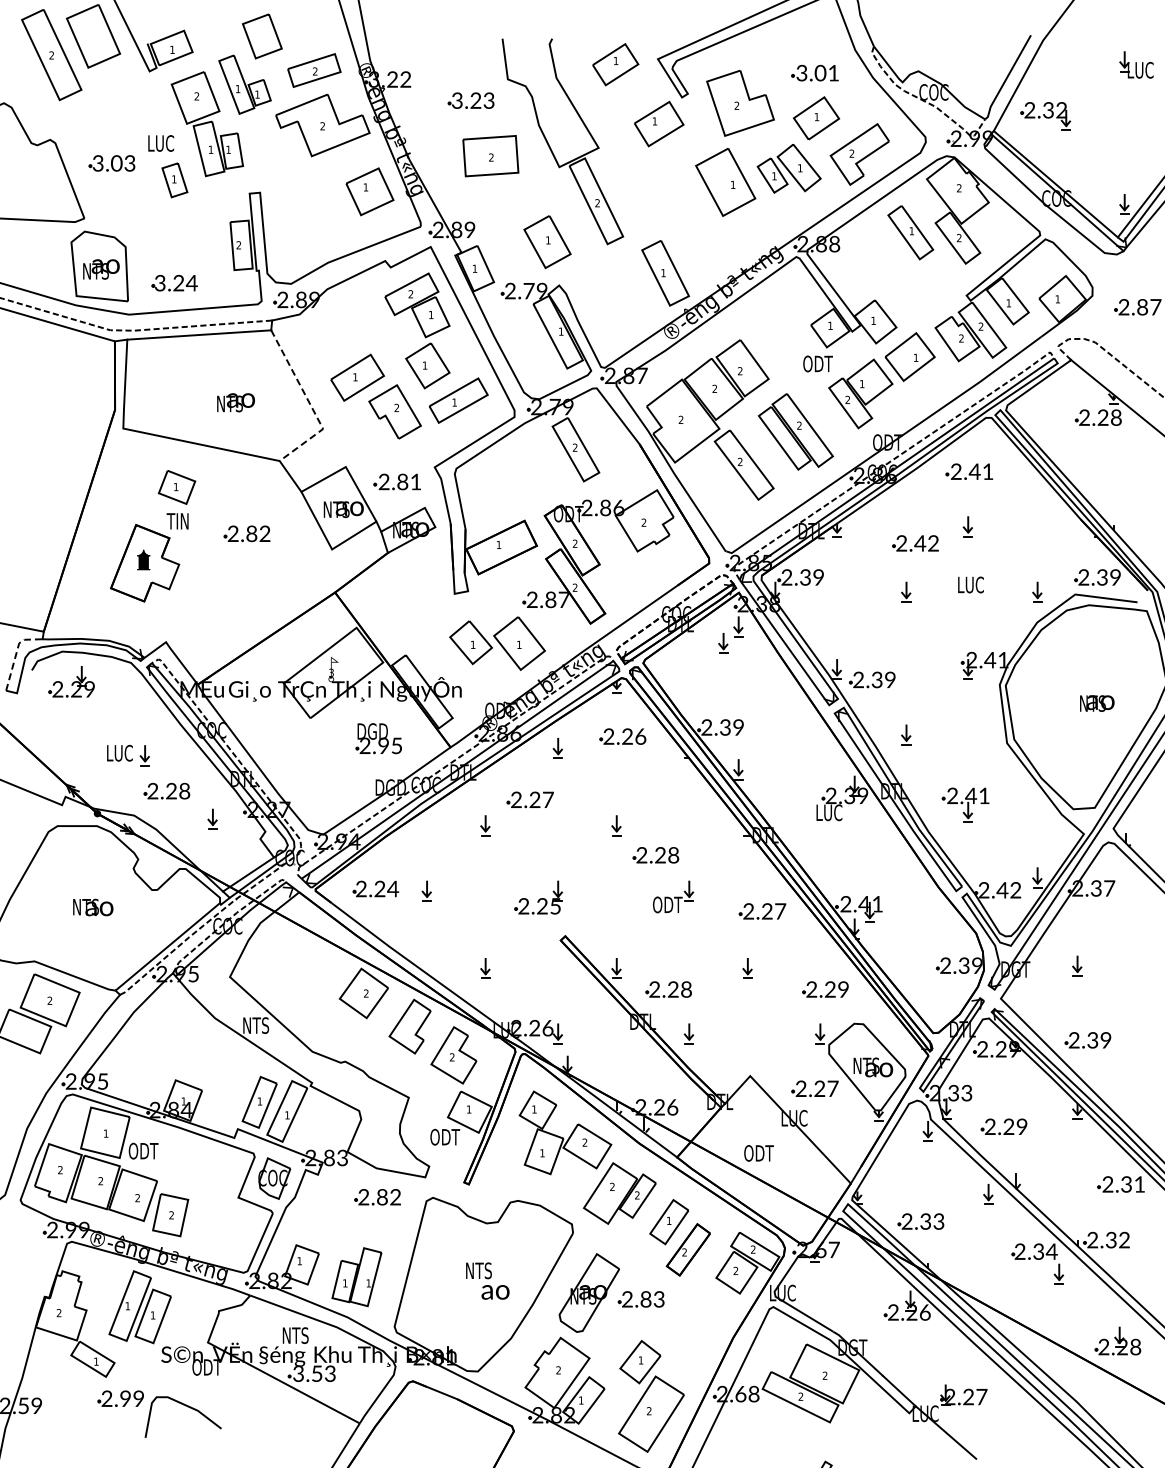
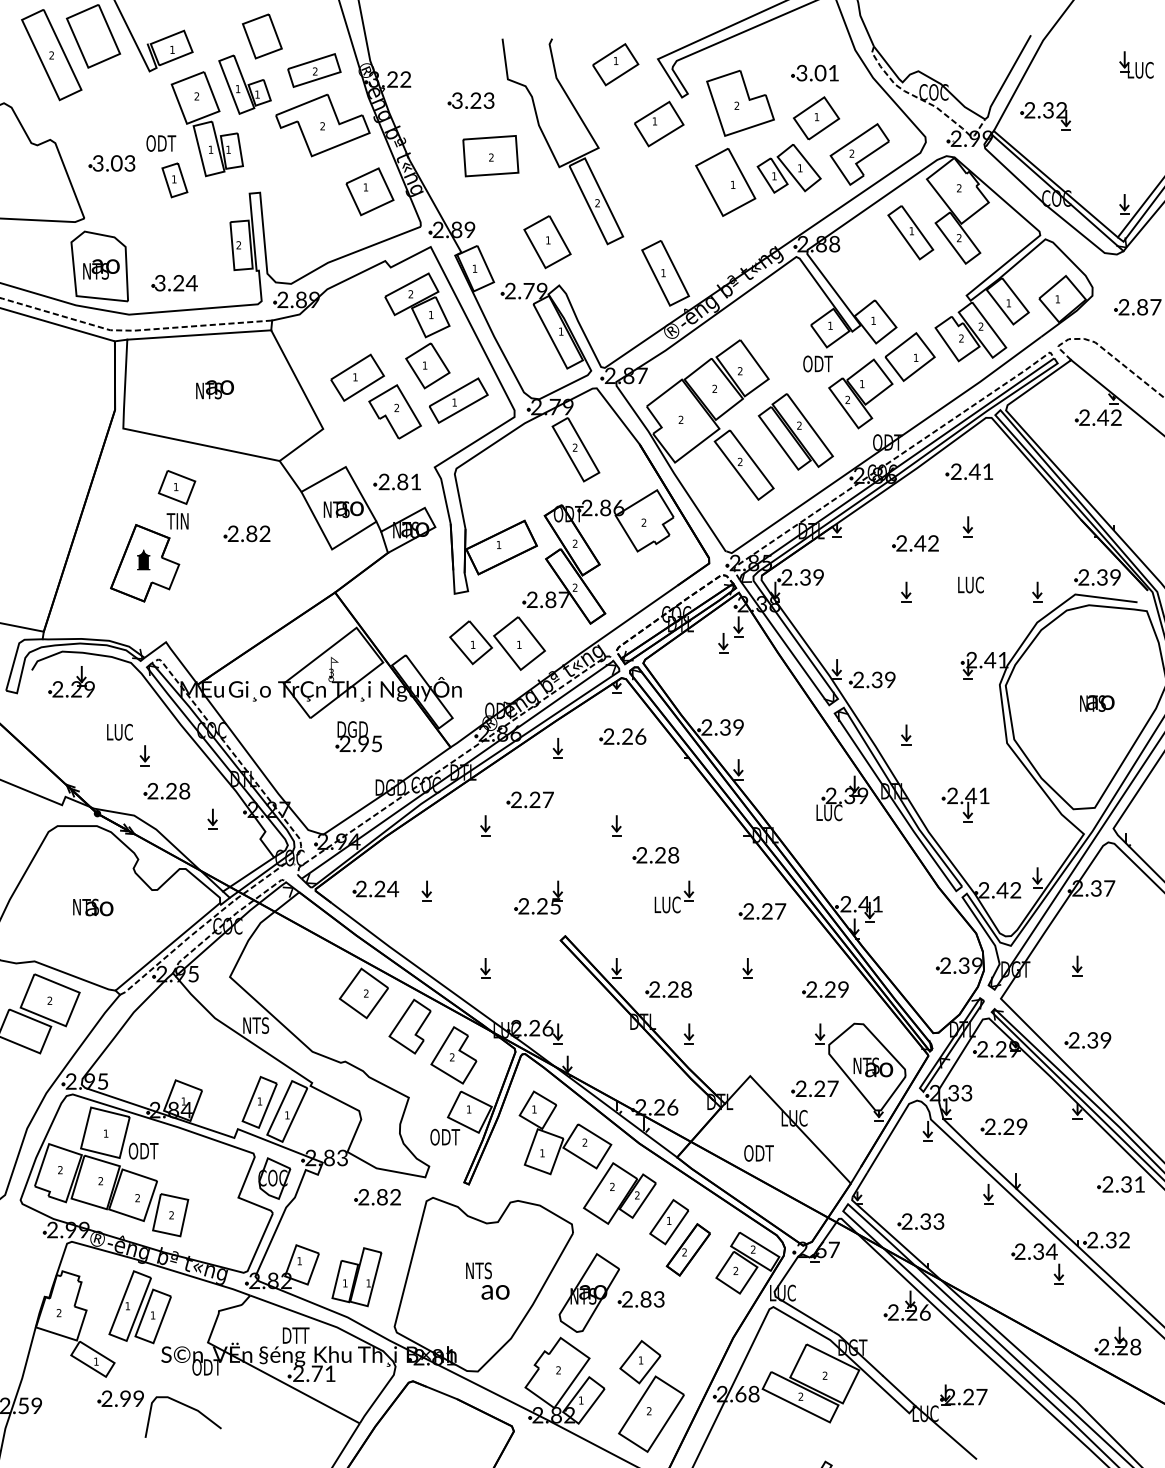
text at (161, 143): LUC -> ODT
text at (235, 402) position: (235, 402) -> (214, 389)
line at (310, 404): dashed -> solid
text at (1109, 417): 2.28 -> 2.42
line at (16, 653): dashed -> solid
text at (378, 738) position: (378, 738) -> (358, 736)
text at (119, 752) position: (119, 752) -> (119, 731)
text at (667, 904): ODT -> LUC
text at (296, 1335): NTS -> DTT
text at (314, 1373): 3.53 -> 2.71
